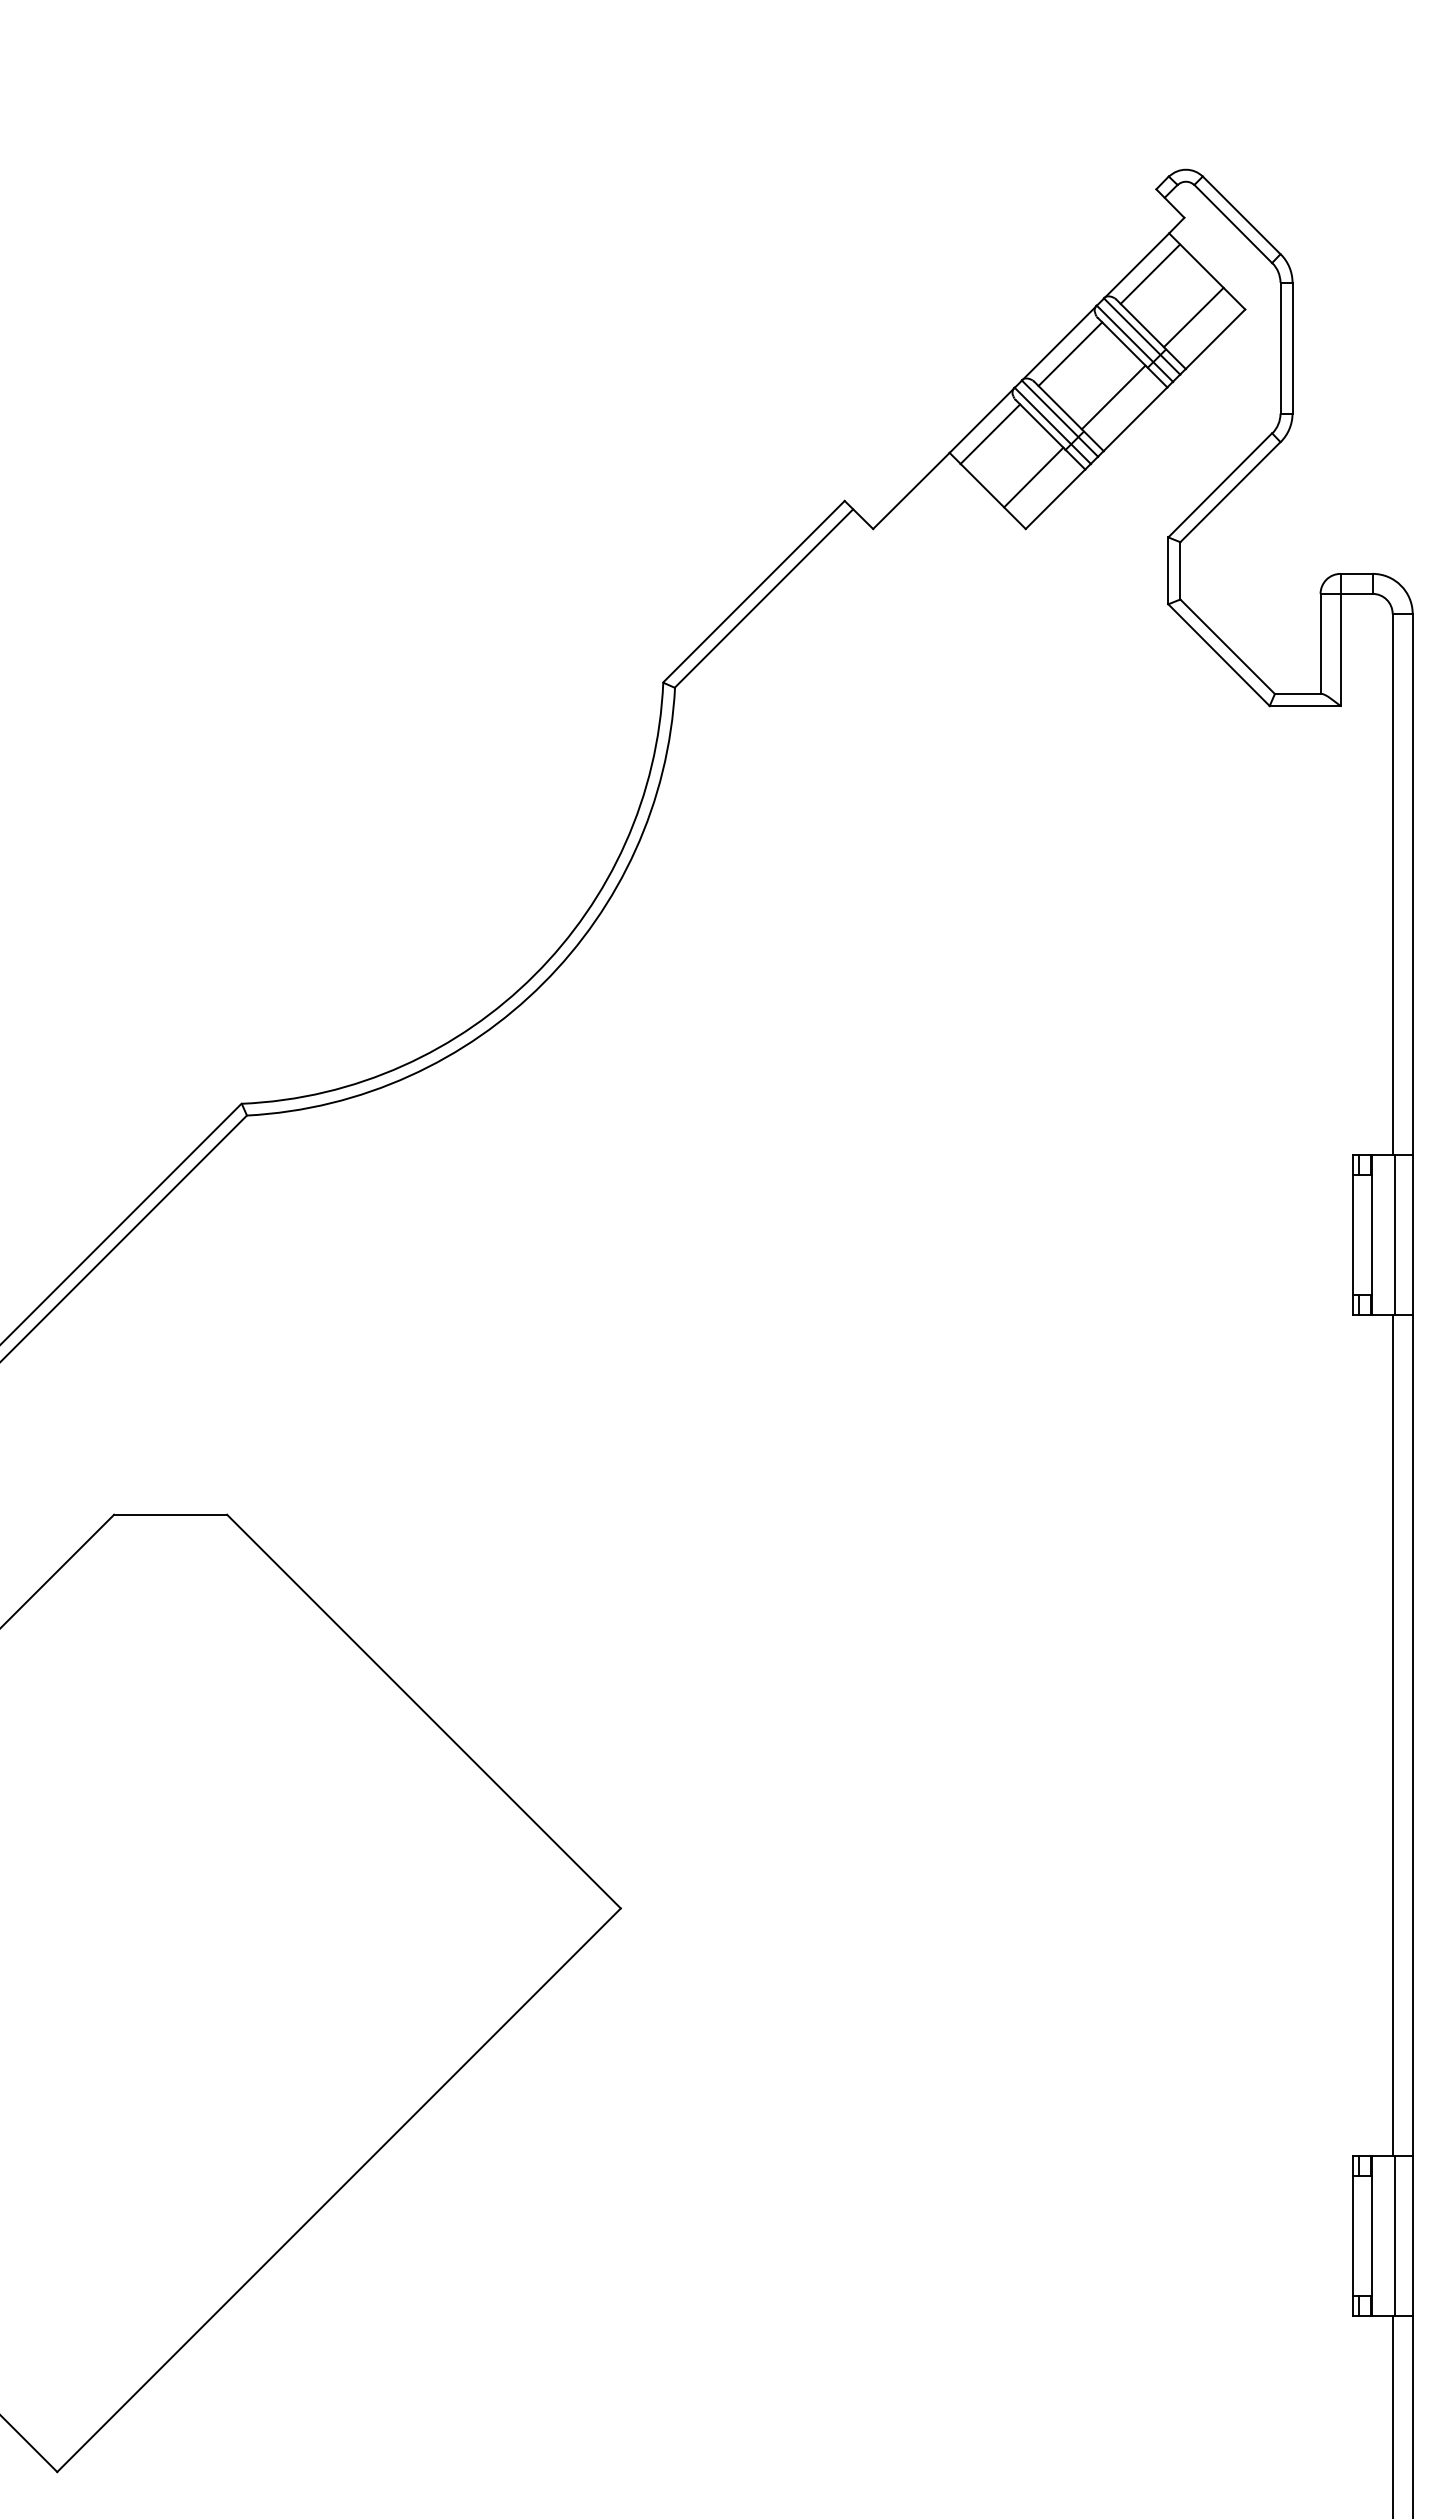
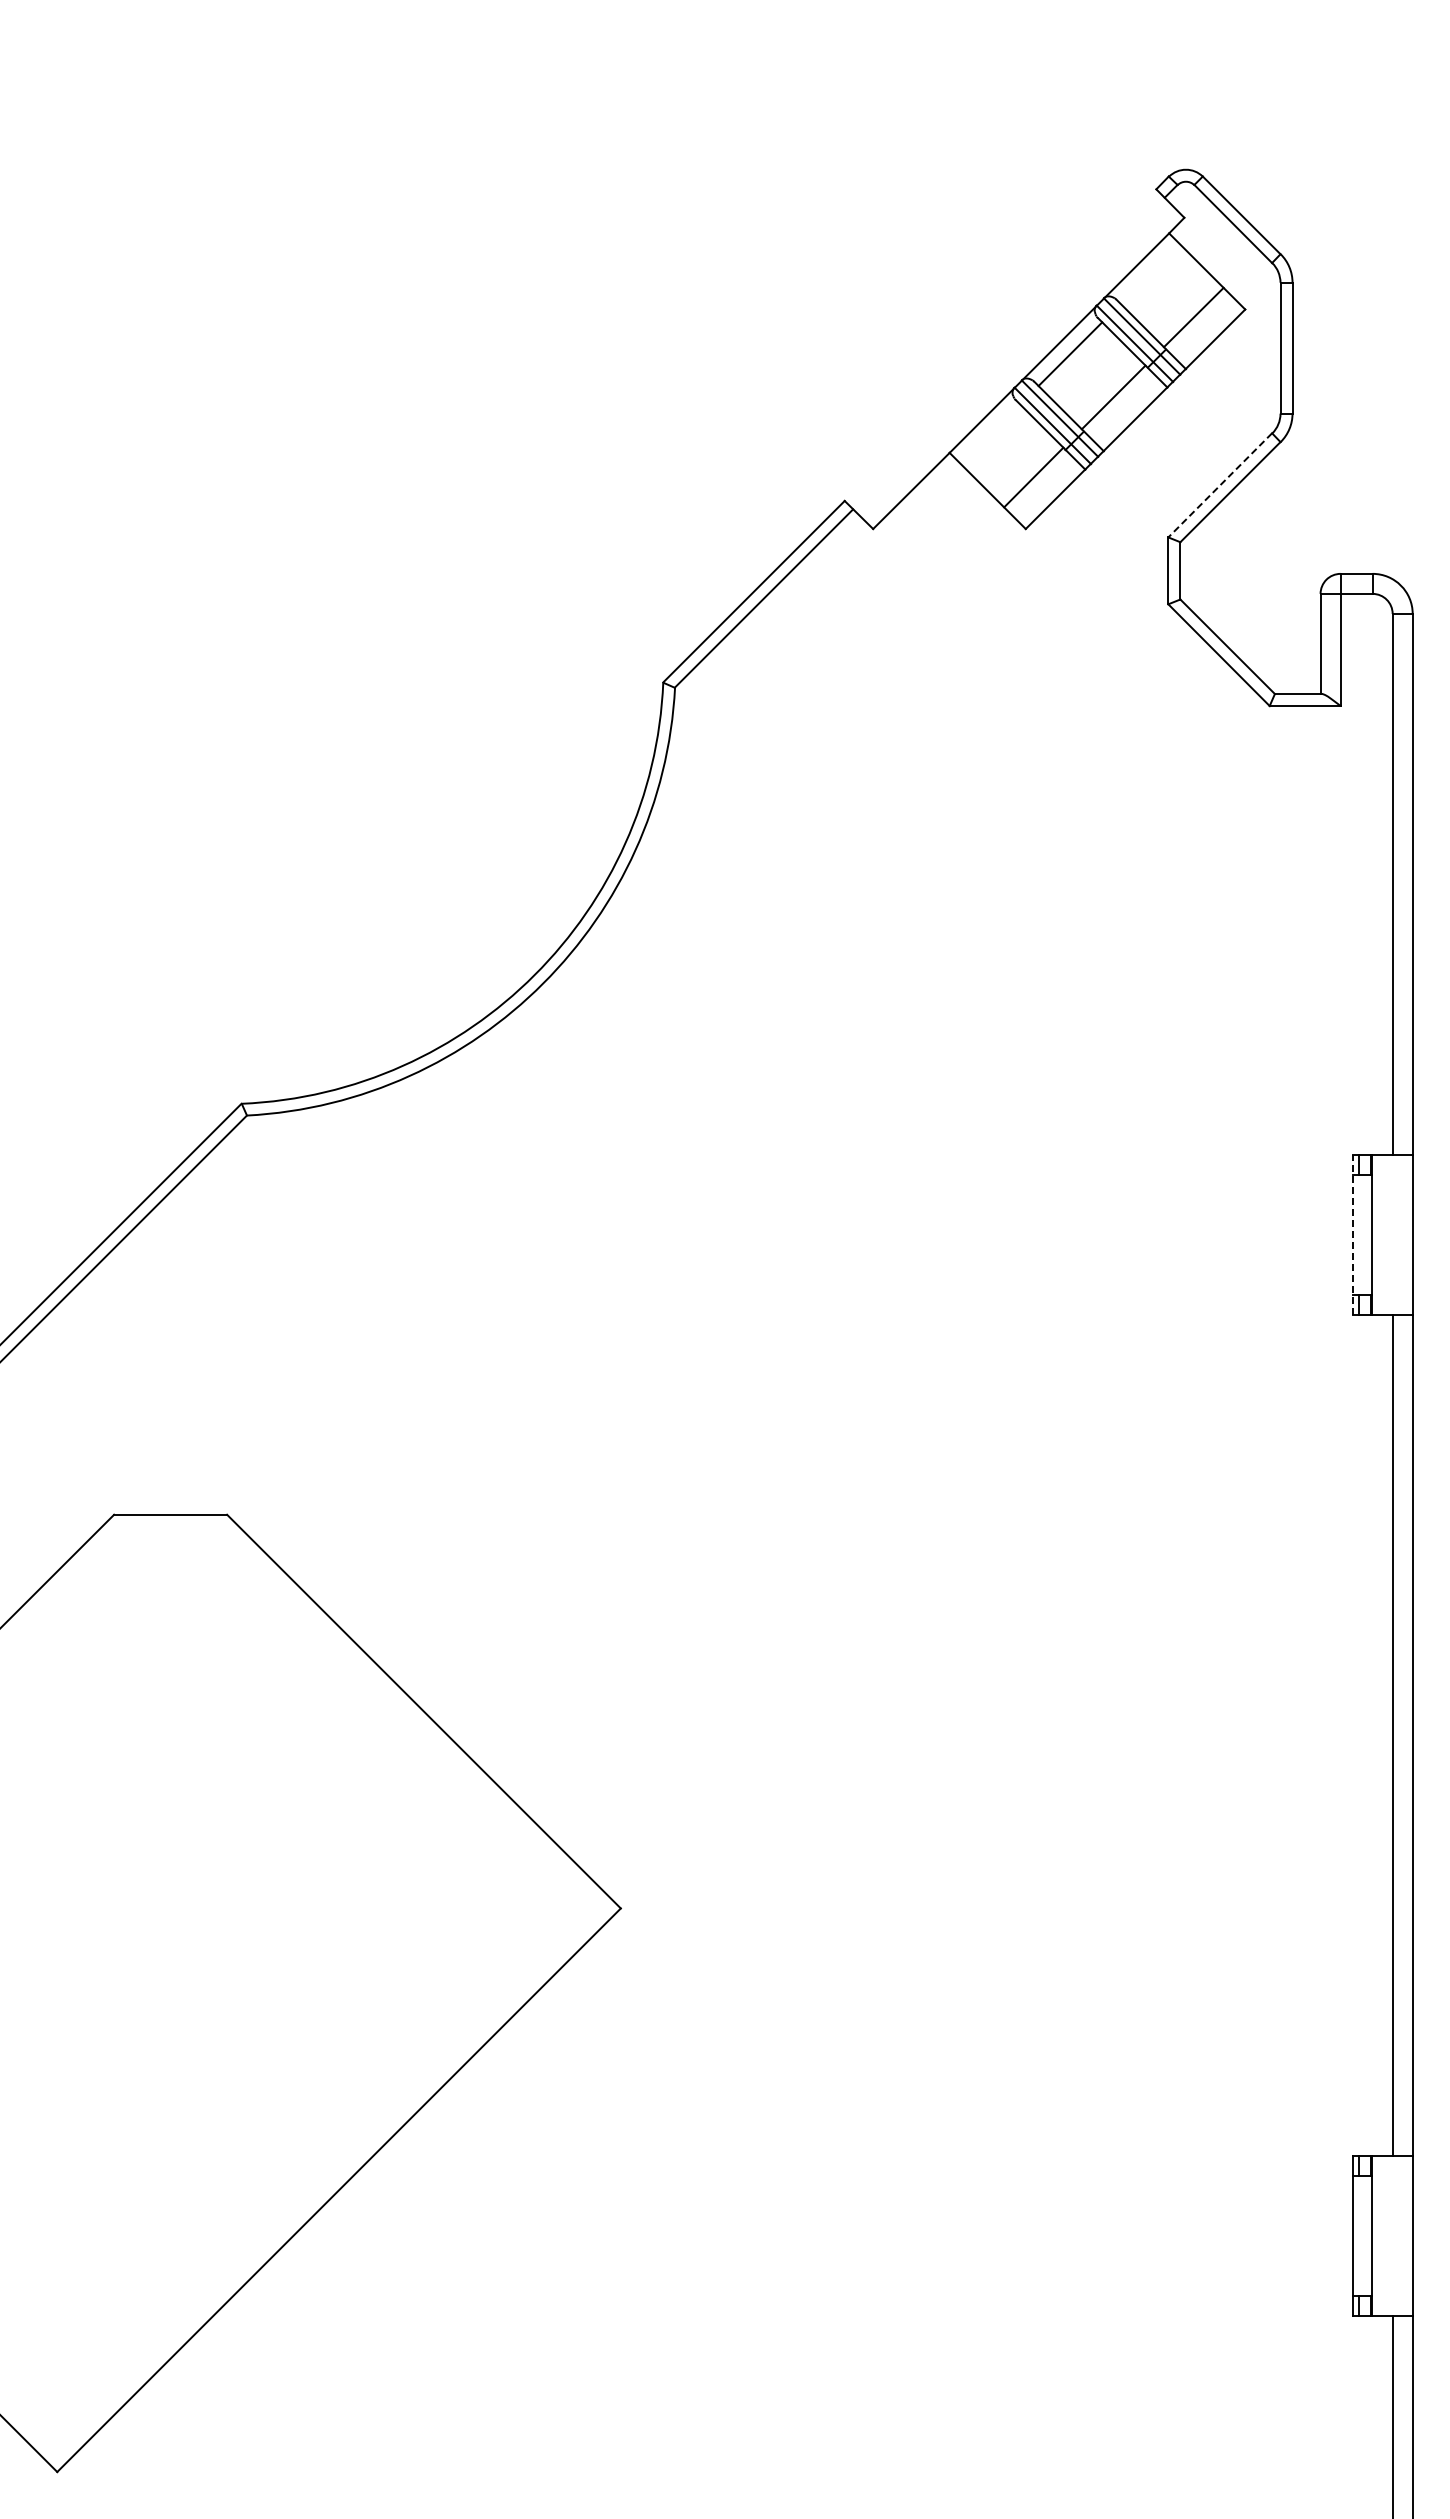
line at (1149, 273): present -> none
line at (990, 434): present -> none
line at (1219, 485): solid -> dashed
line at (1352, 1234): solid -> dashed
line at (1395, 1234): present -> none
line at (1395, 2235): present -> none
